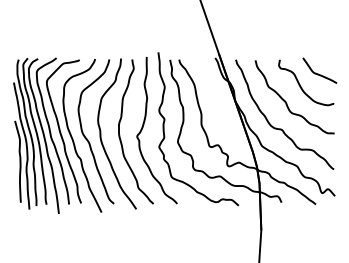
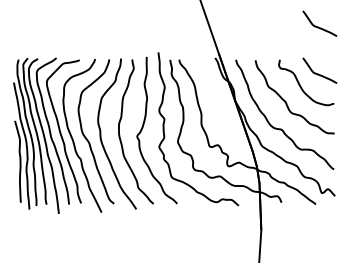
curve at (318, 26): none -> present
